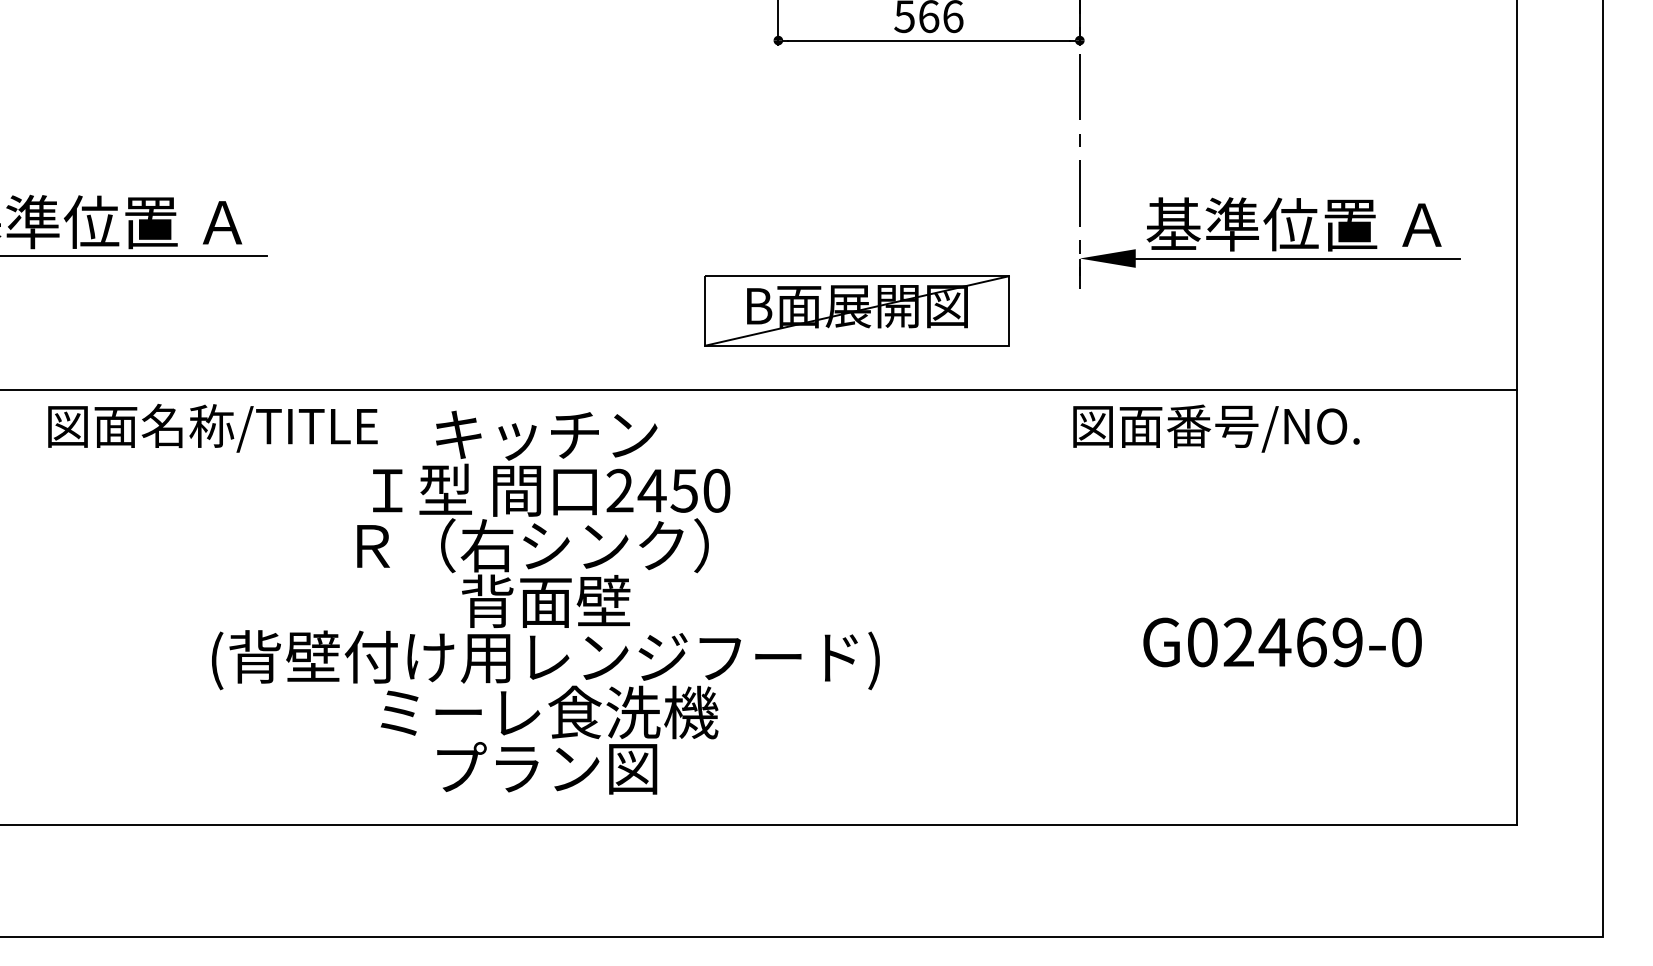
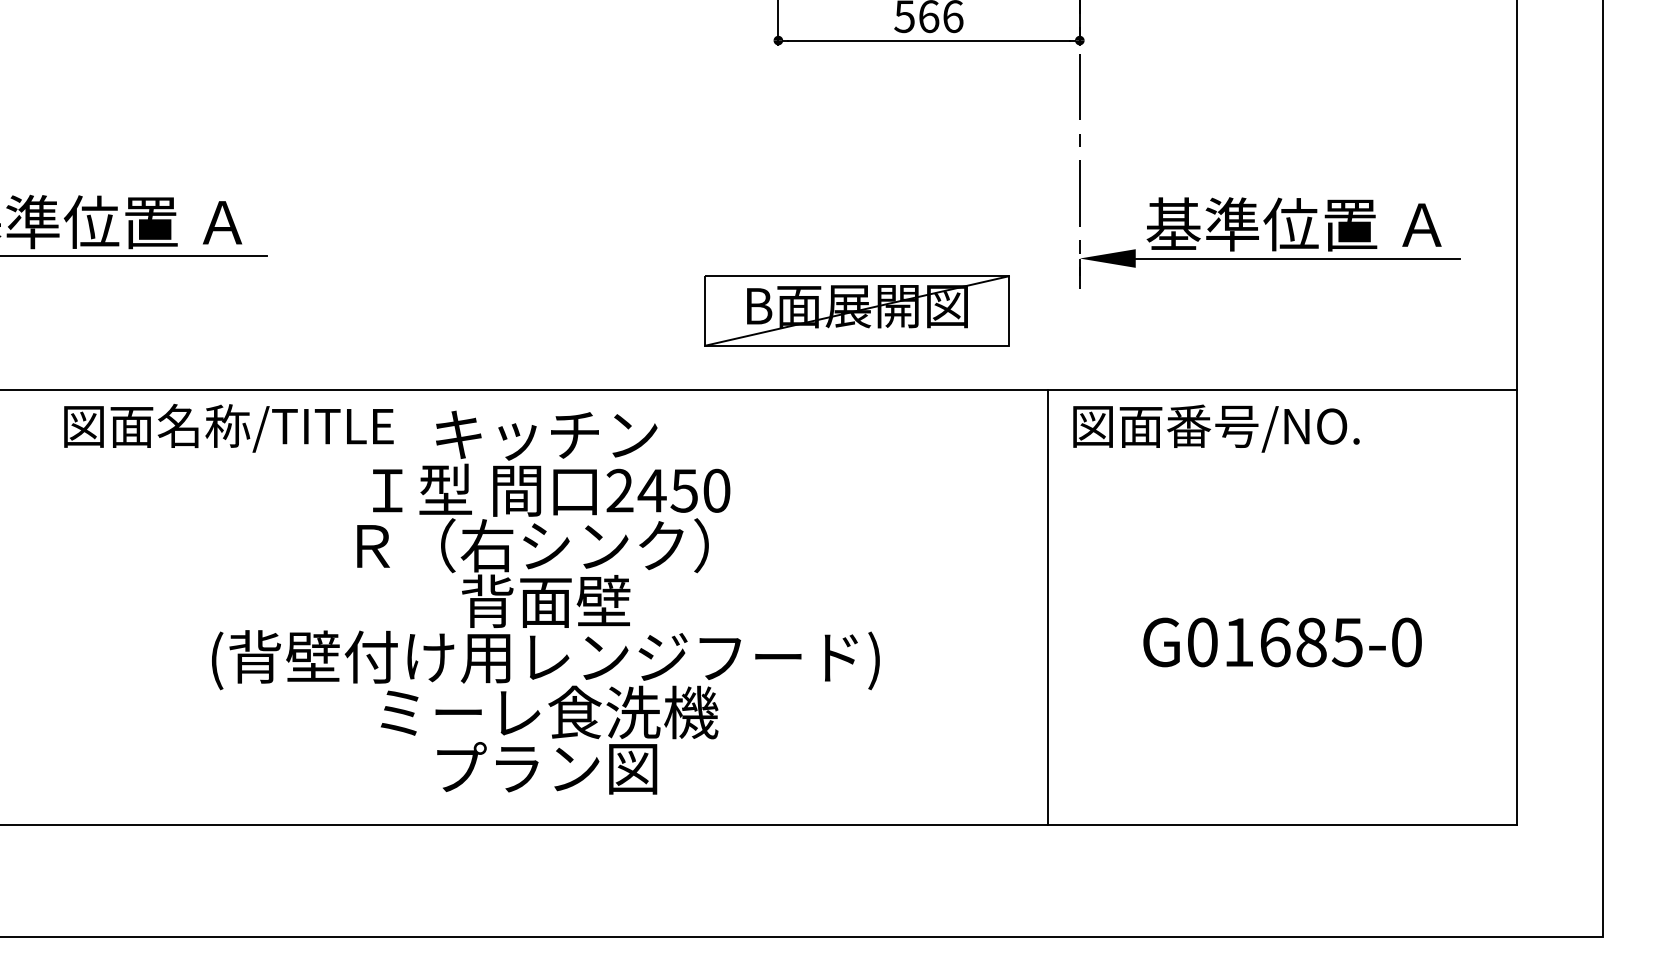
text at (212, 427) position: (212, 427) -> (228, 427)
line at (1047, 607): none -> present
text at (1292, 642): G02469-0 -> G01685-0
